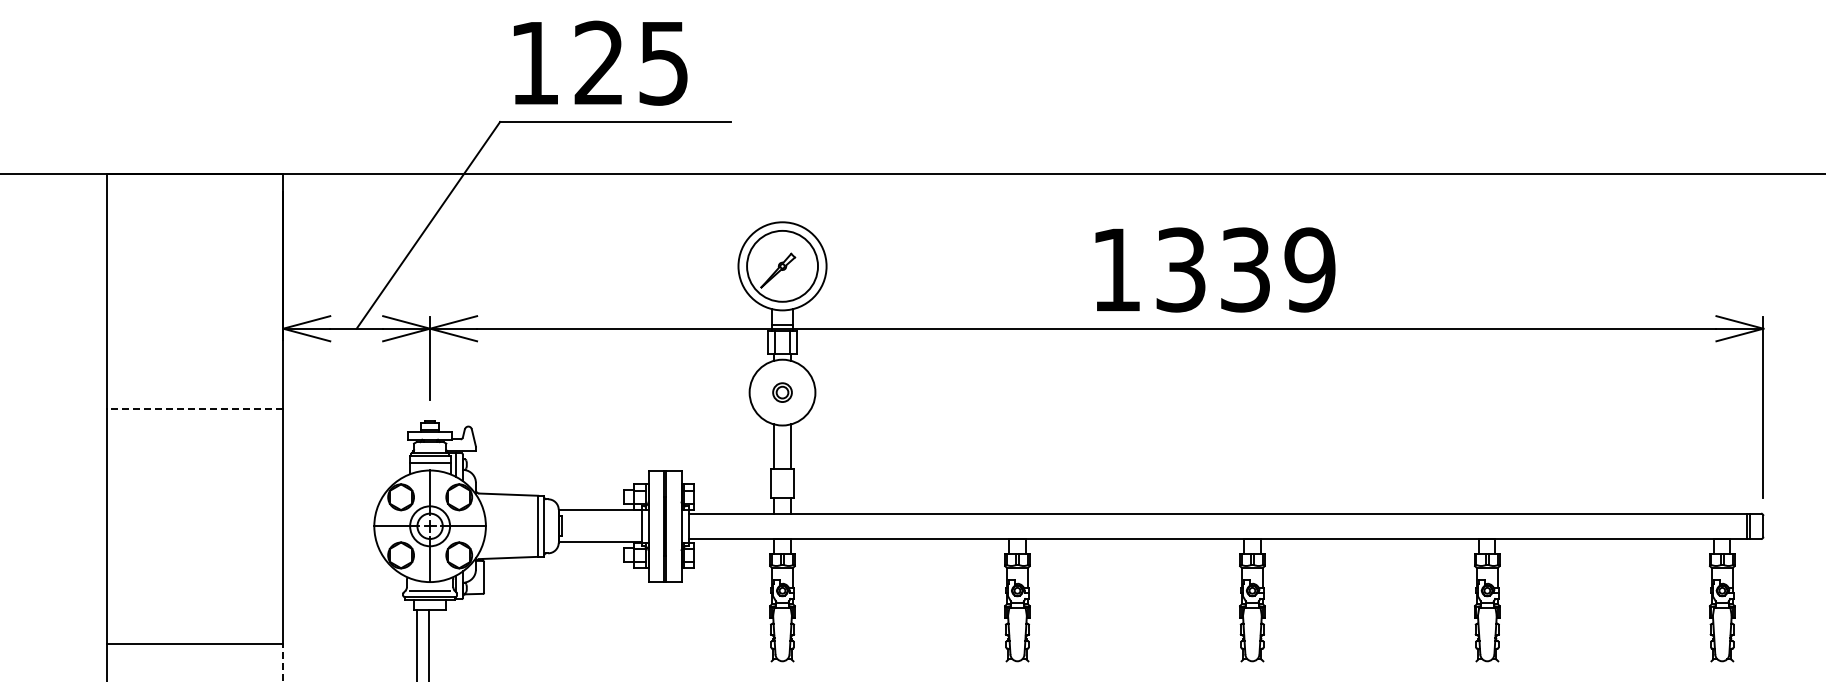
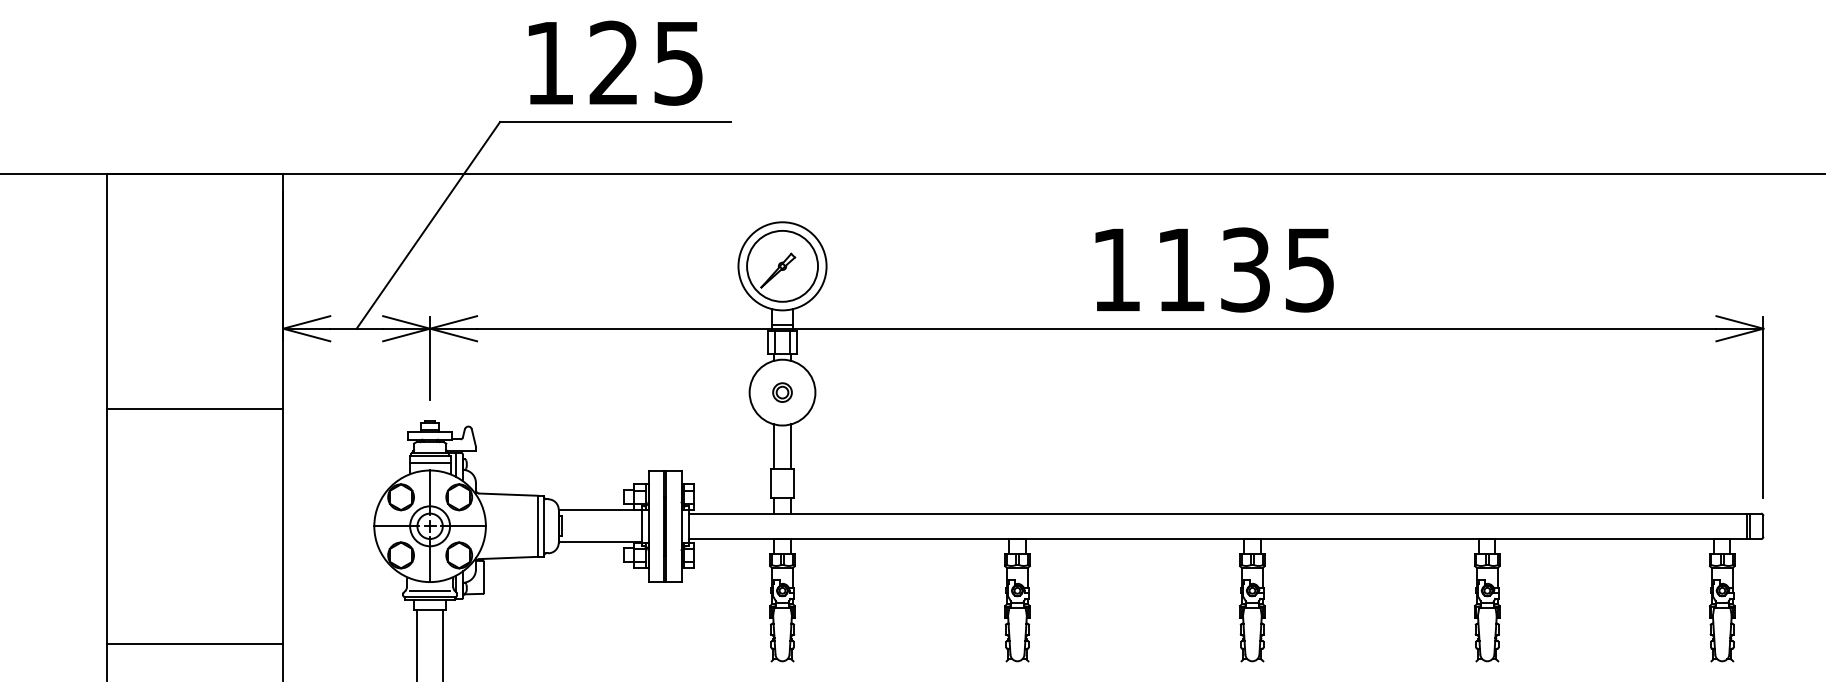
text at (600, 62) position: (600, 62) -> (615, 62)
text at (1245, 269): 1339 -> 1135
line at (194, 408): dashed -> solid
line at (428, 644) position: (428, 644) -> (442, 644)
line at (283, 662): dashed -> solid
